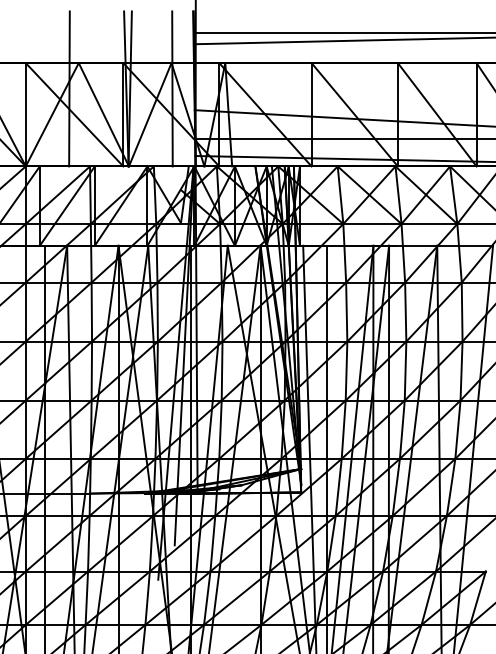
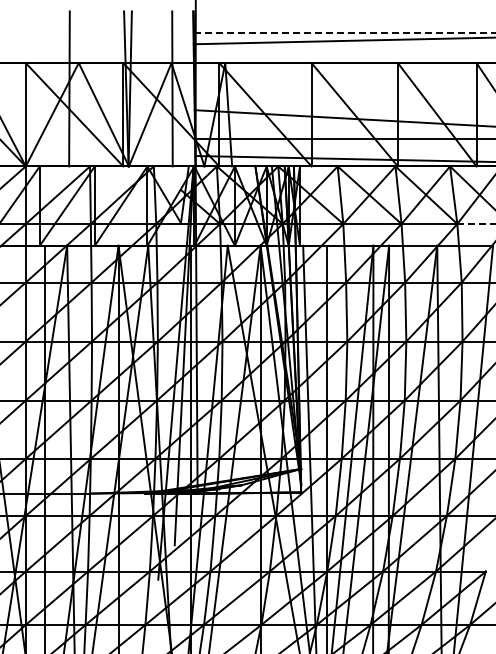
line at (344, 32): solid -> dashed
line at (476, 224): solid -> dashed
